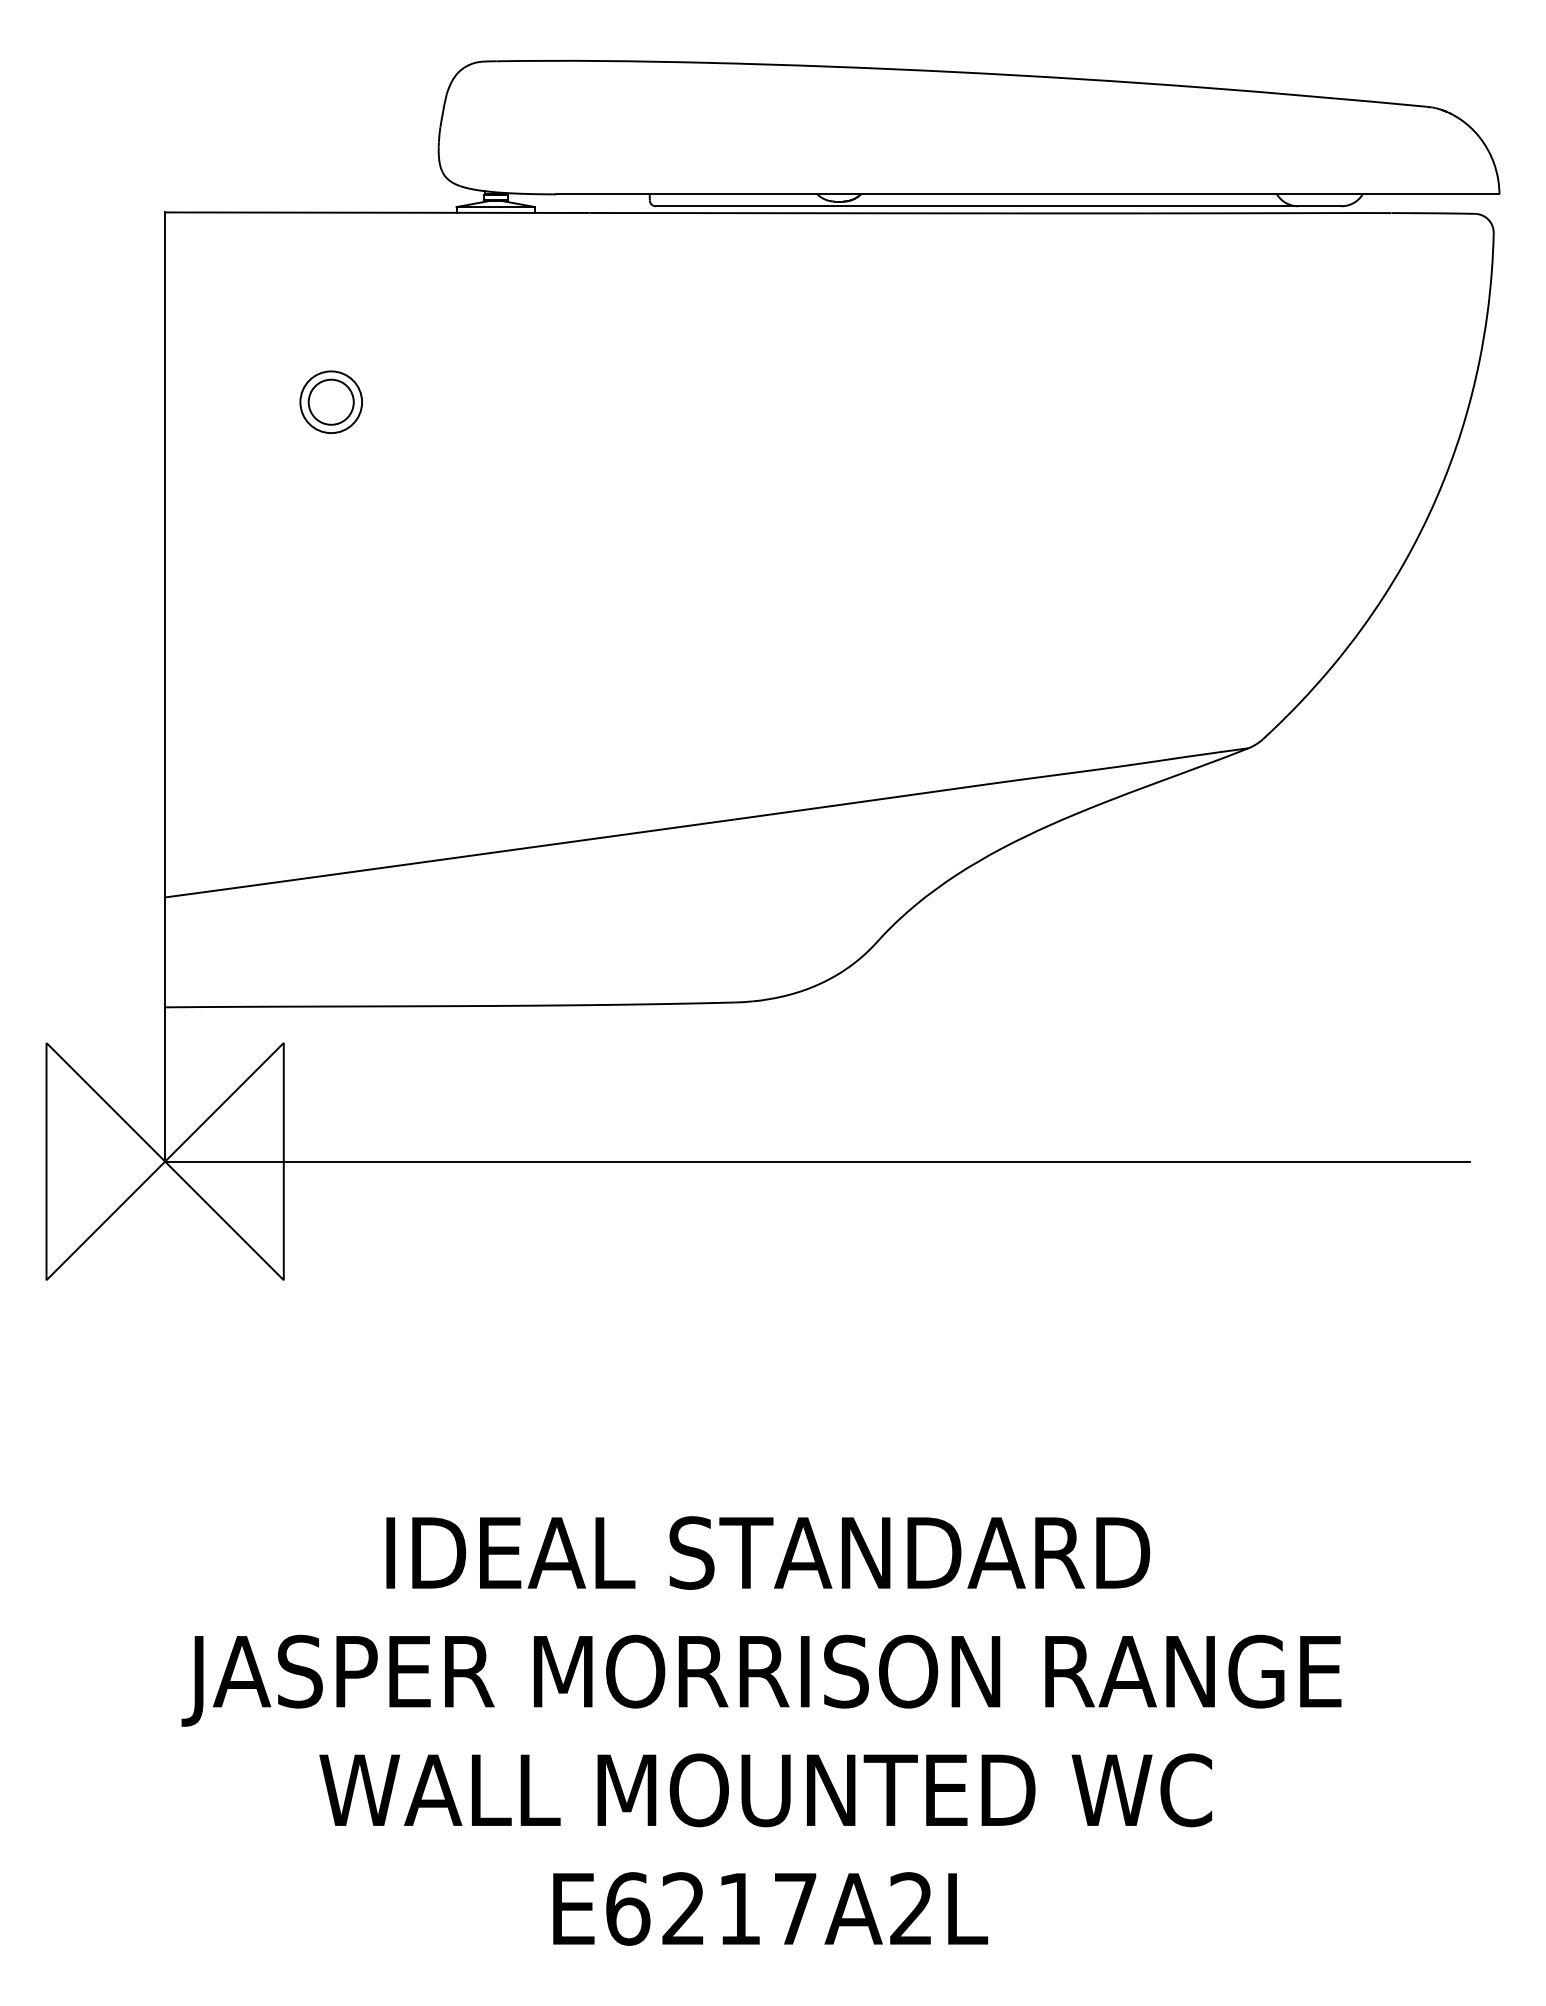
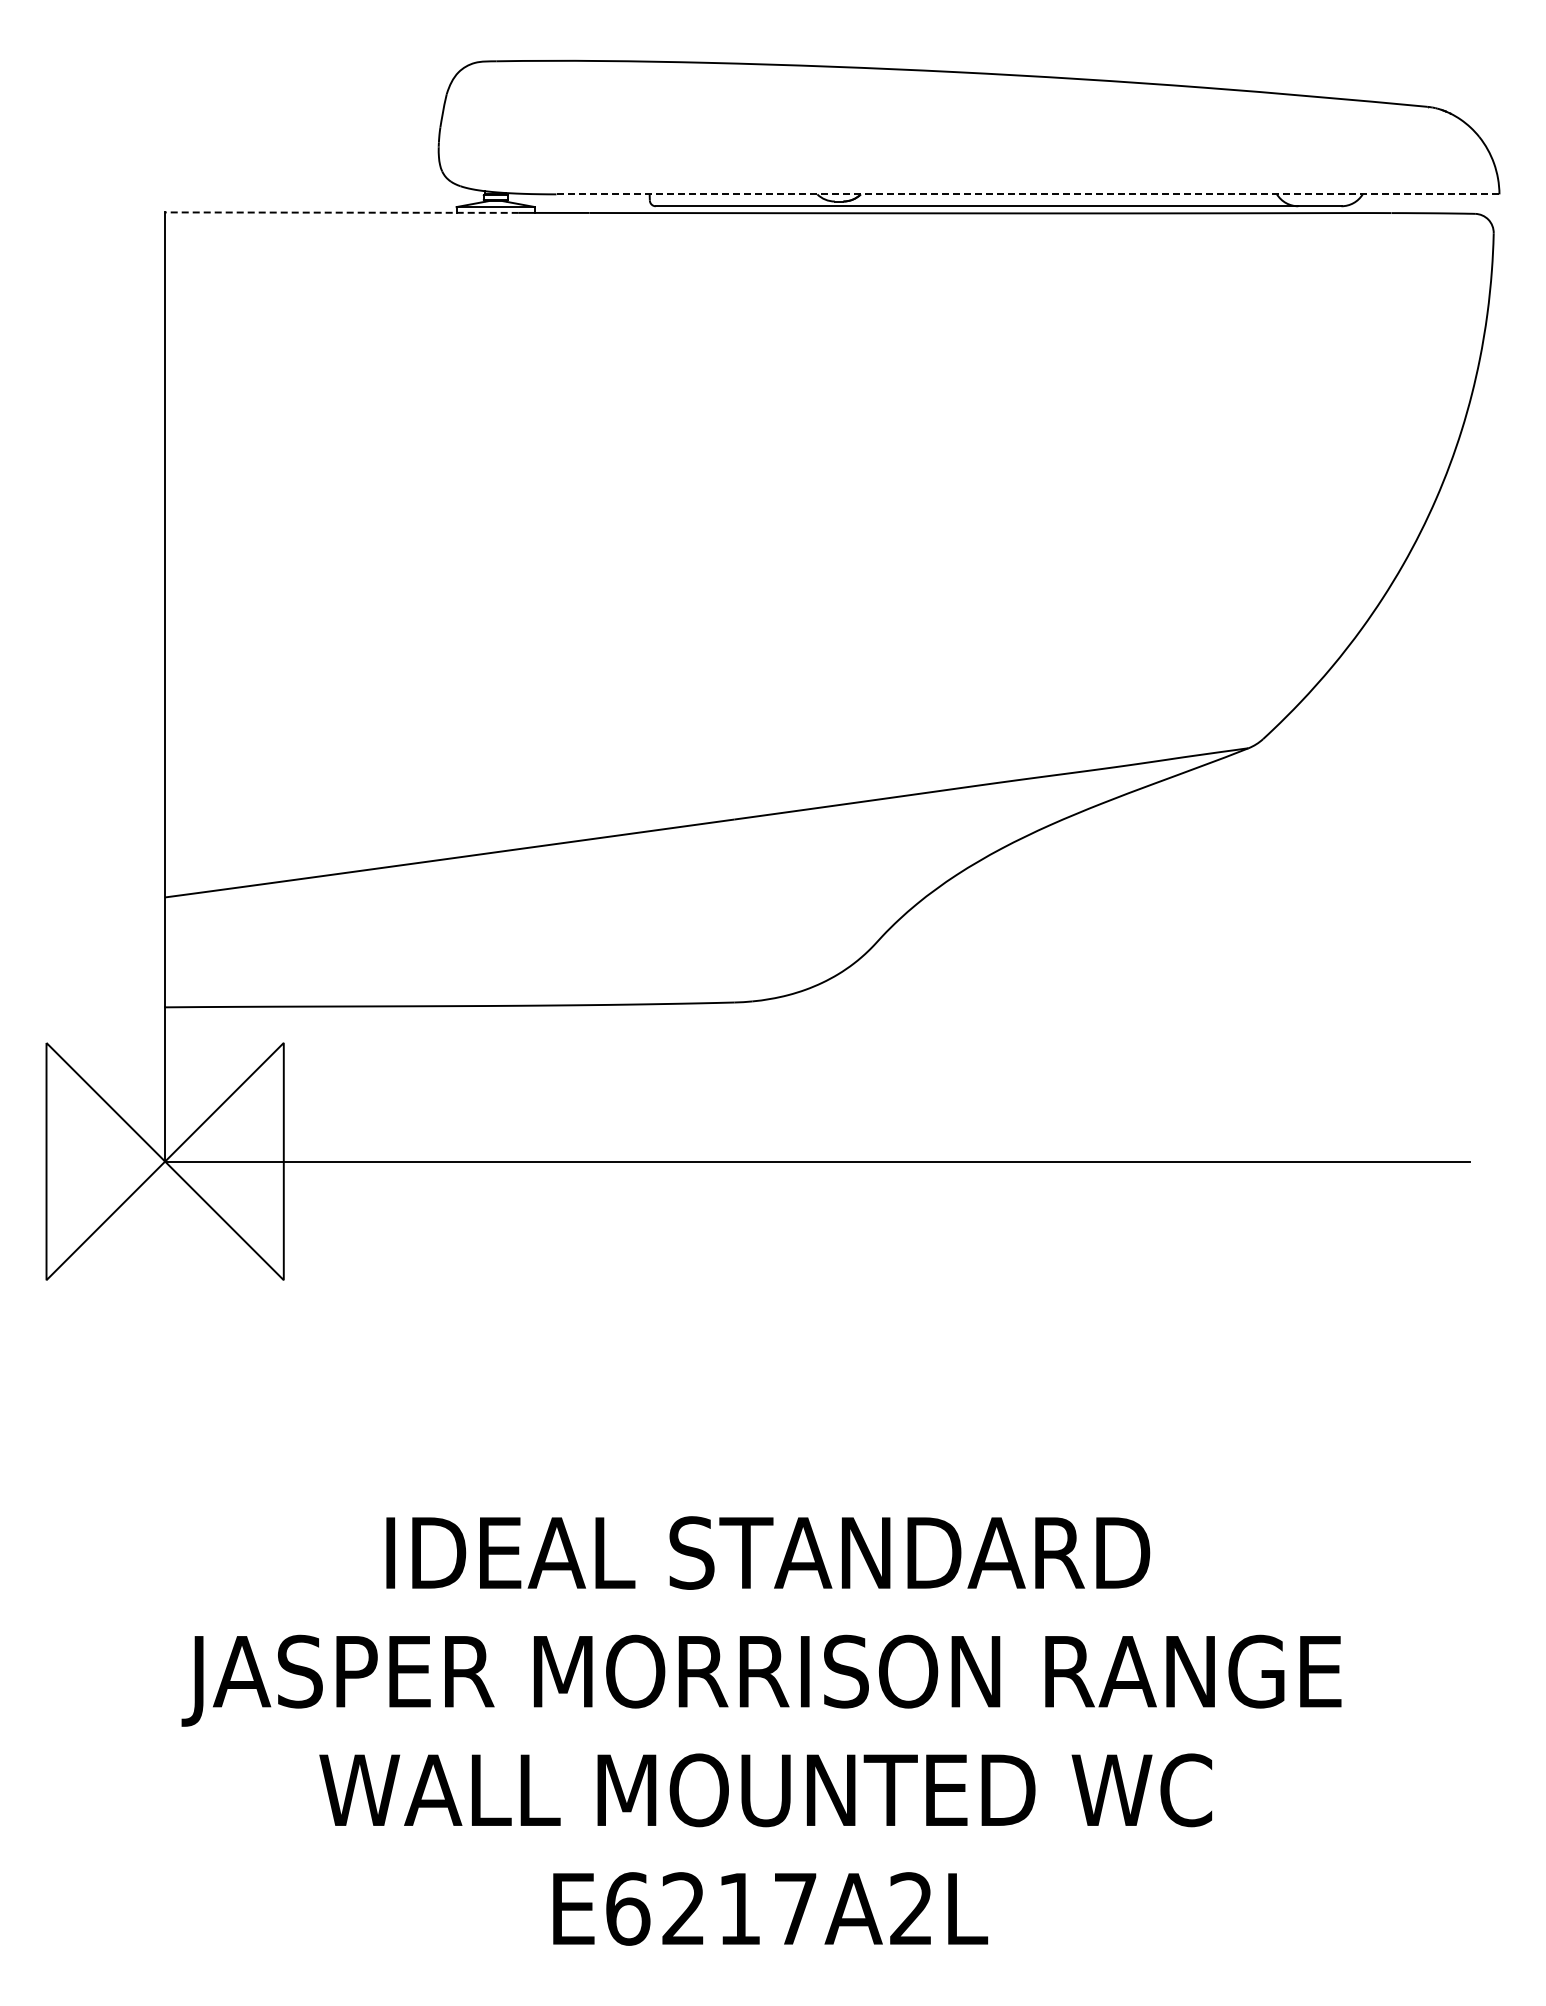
line at (1027, 194): solid -> dashed
line at (341, 212): solid -> dashed
part at (330, 401): present -> none
